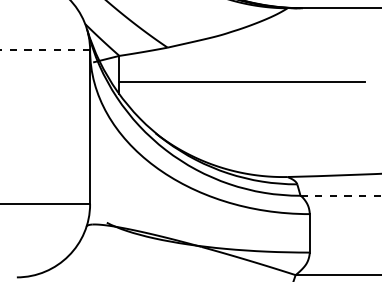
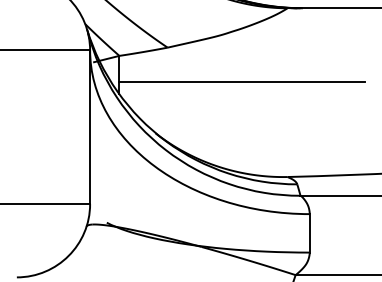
line at (45, 50): dashed -> solid
line at (341, 195): dashed -> solid
